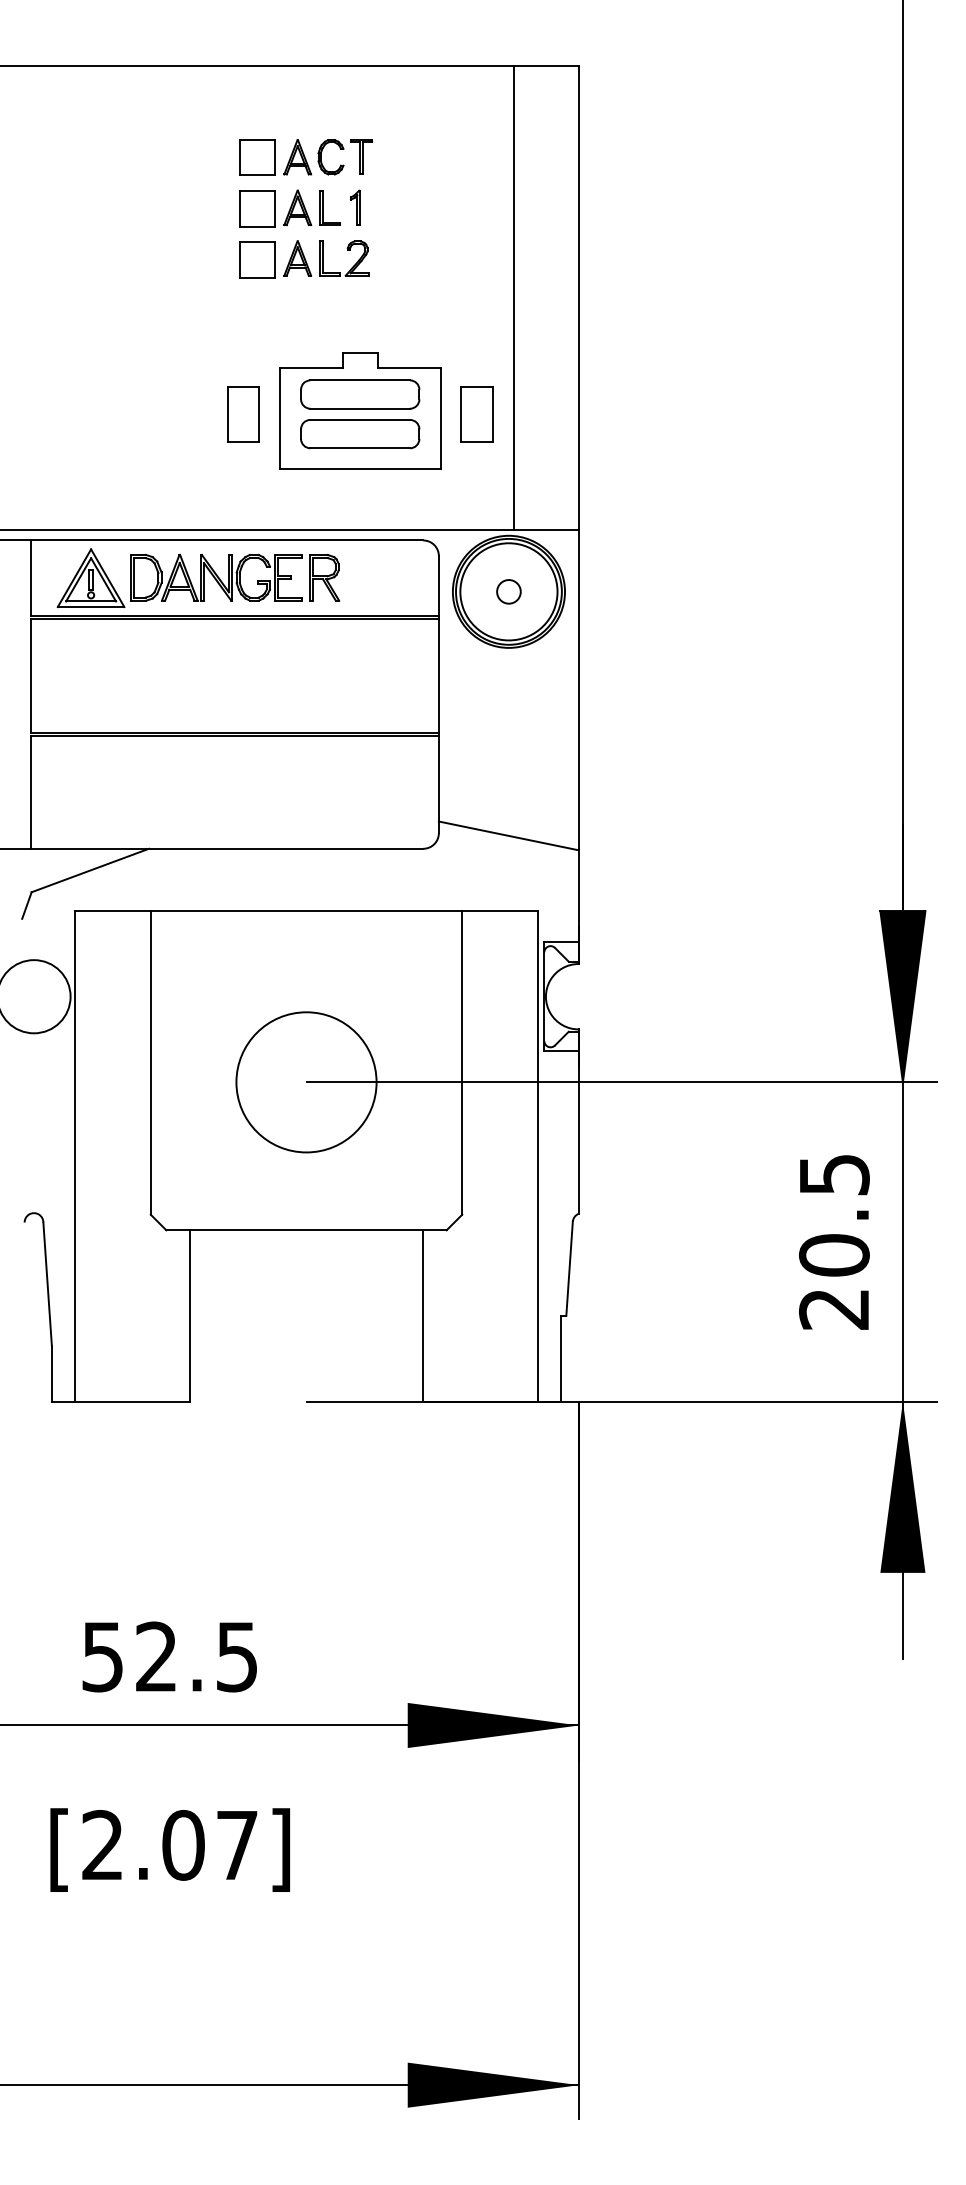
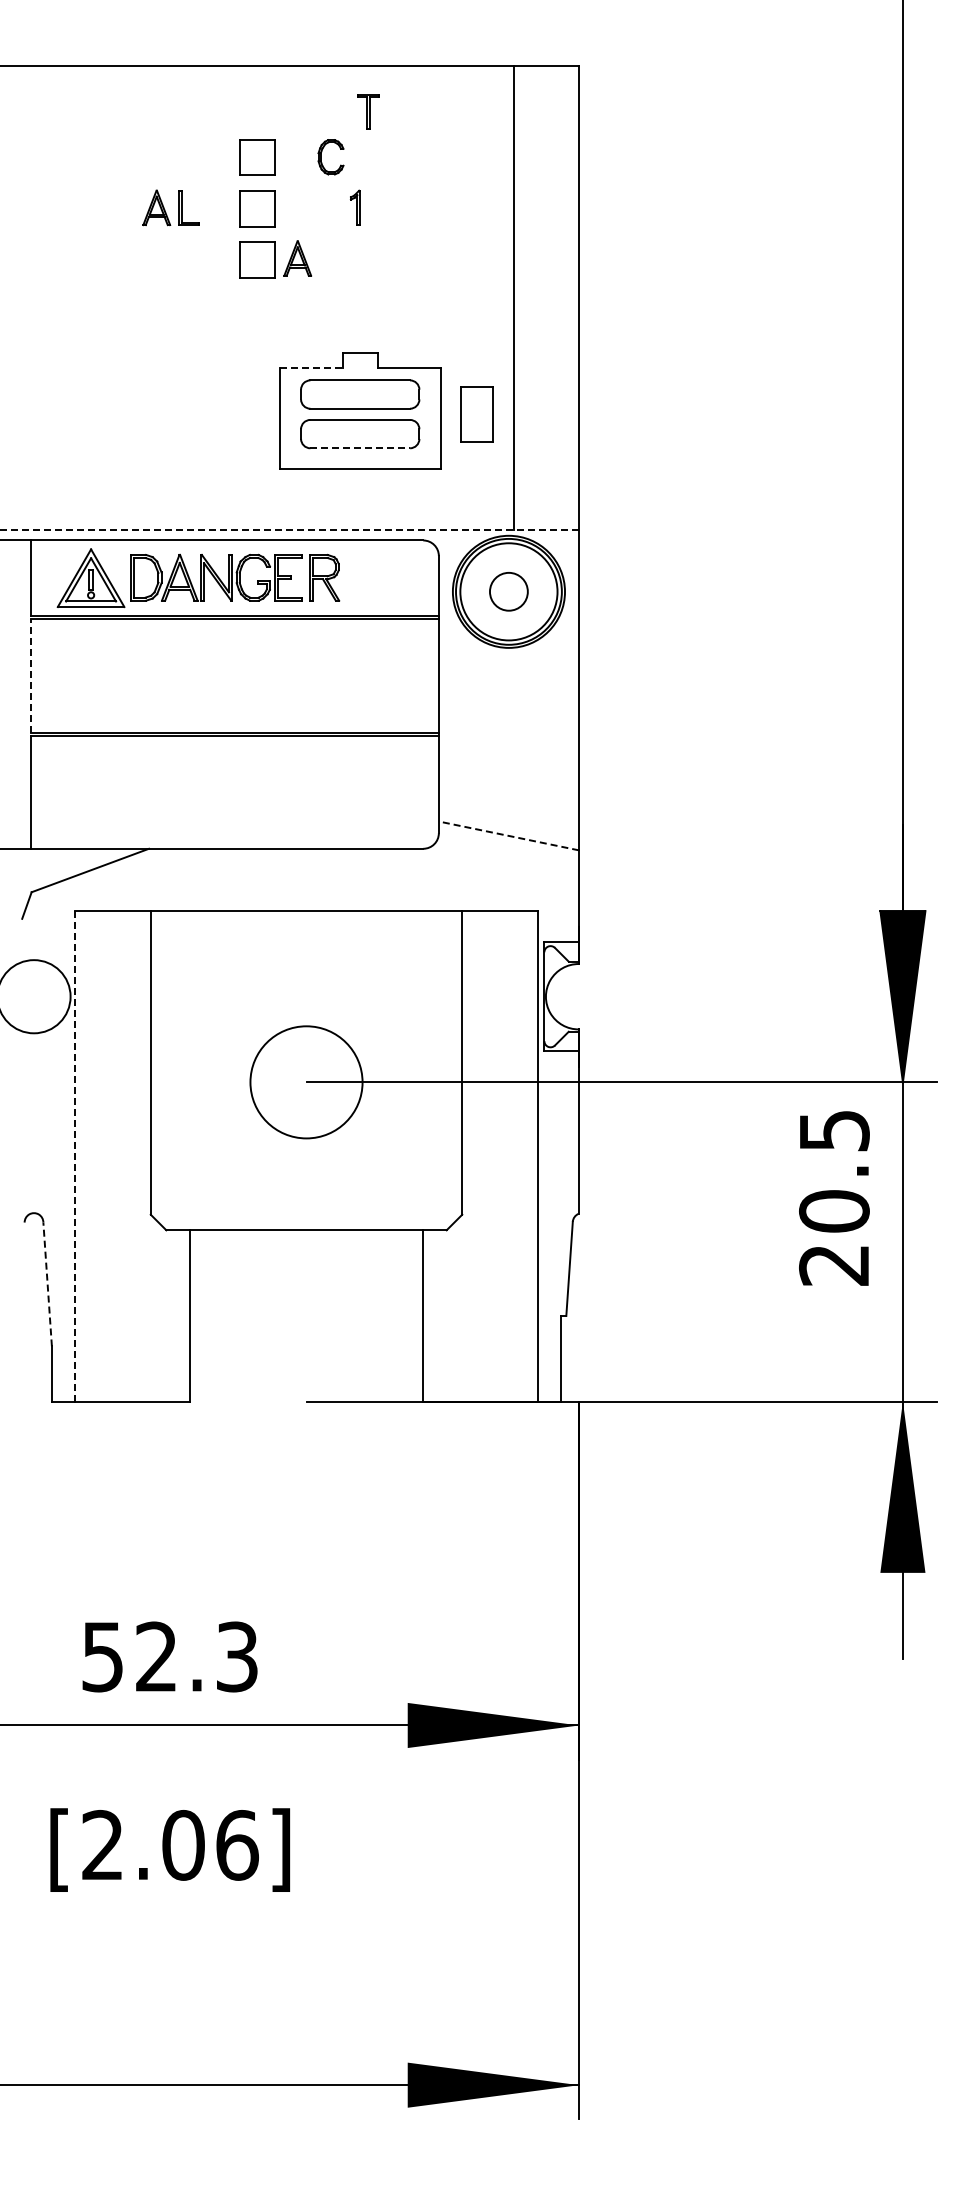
part at (361, 156) position: (361, 156) -> (368, 111)
part at (297, 157): present -> none
part at (311, 207) position: (311, 207) -> (170, 207)
part at (347, 250): present -> none
line at (311, 368): solid -> dashed
part at (243, 414): present -> none
line at (360, 448): solid -> dashed
line at (290, 529): solid -> dashed
circle at (508, 591) size: 26x26 px -> 40x40 px
line at (30, 675): solid -> dashed
line at (508, 835): solid -> dashed
circle at (306, 1082) diameter: 140 px -> 112 px
line at (75, 1155): solid -> dashed
text at (834, 1242) position: (834, 1242) -> (834, 1198)
line at (47, 1284): solid -> dashed
text at (237, 1656): 52.5 -> 52.3
text at (237, 1845): [2.07] -> [2.06]
